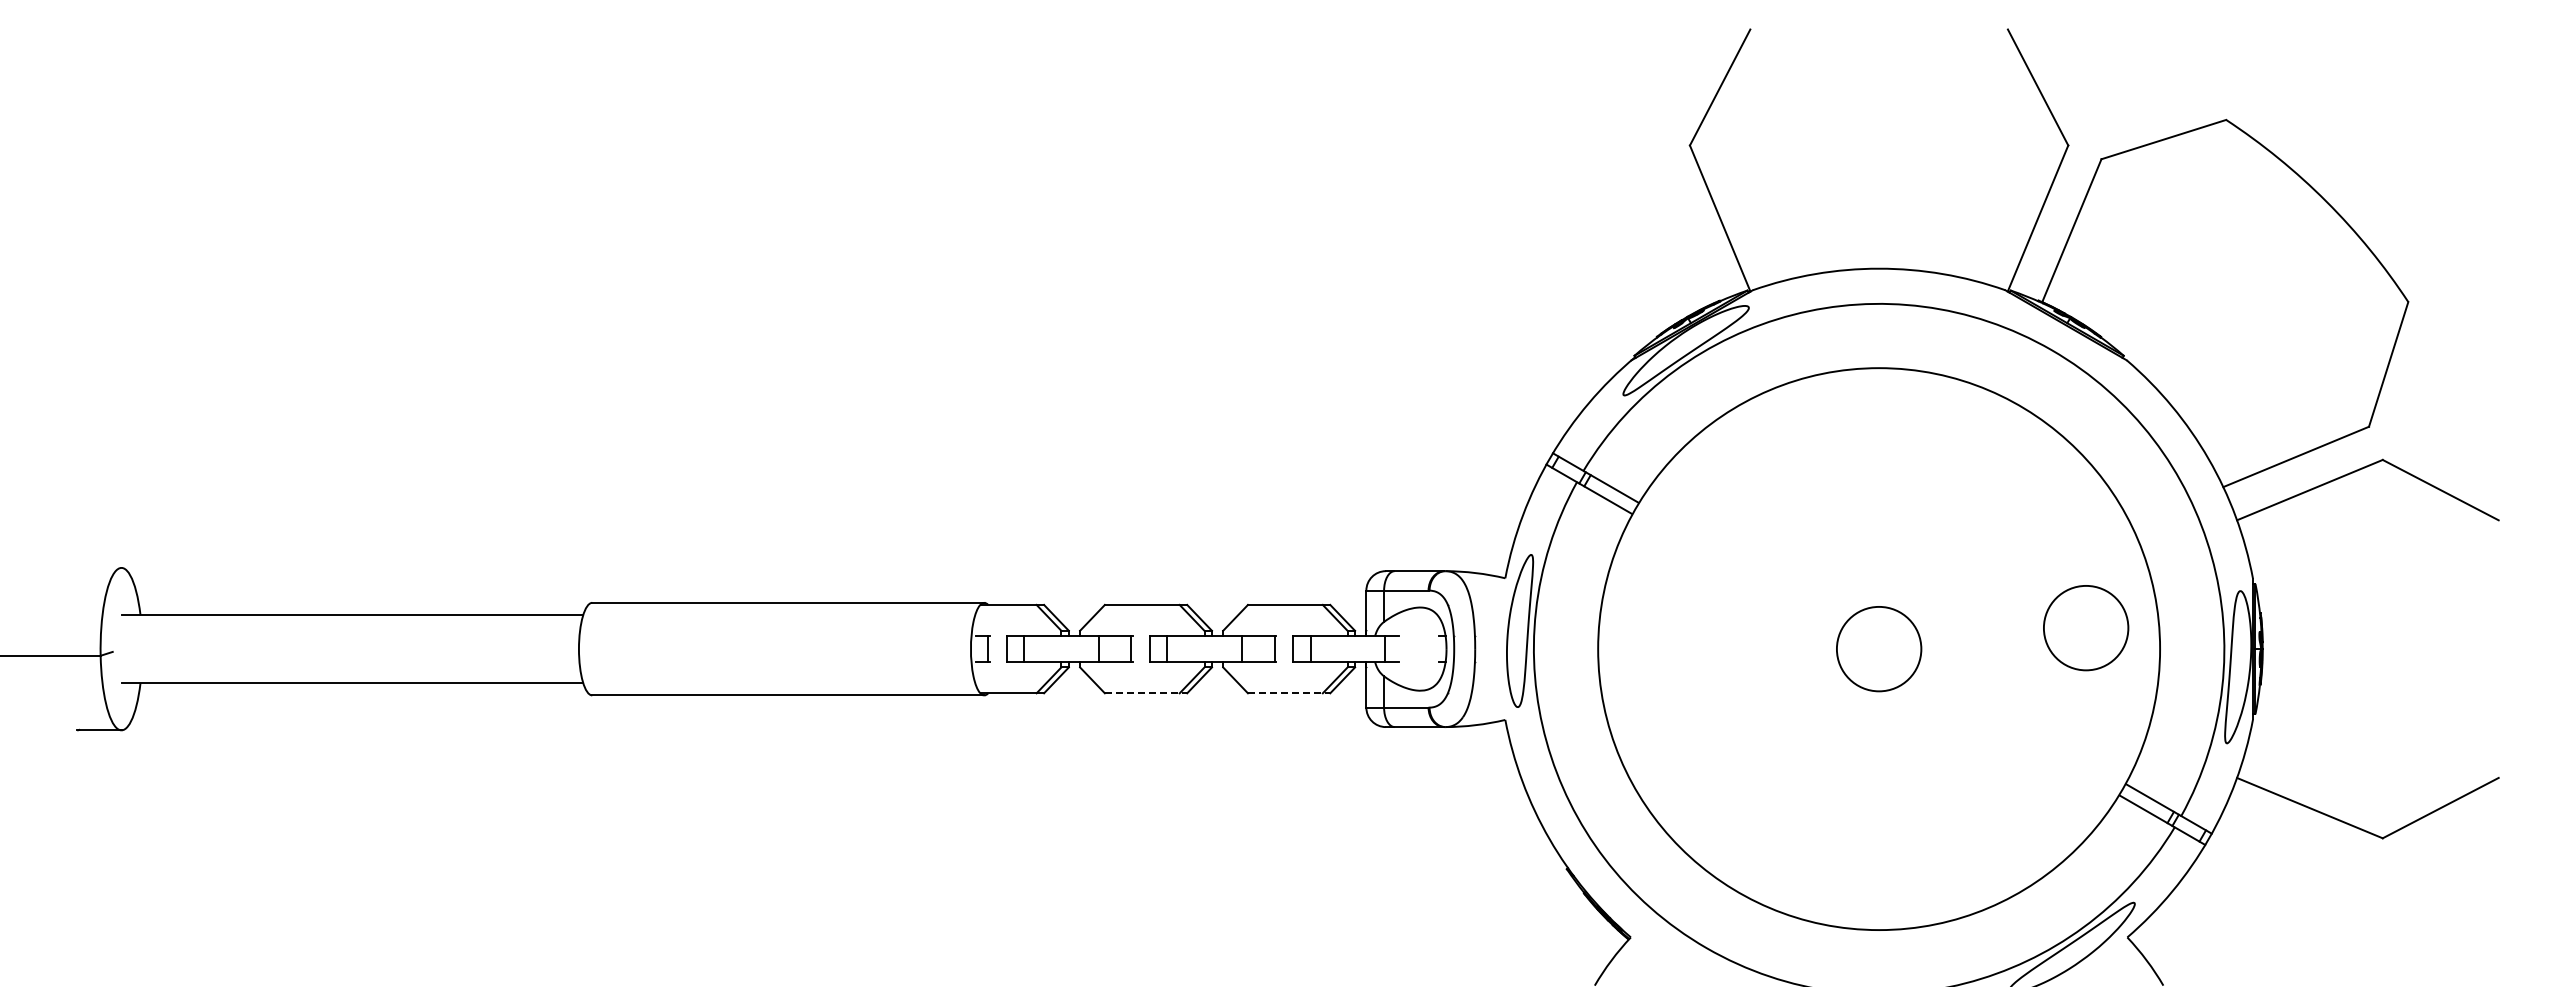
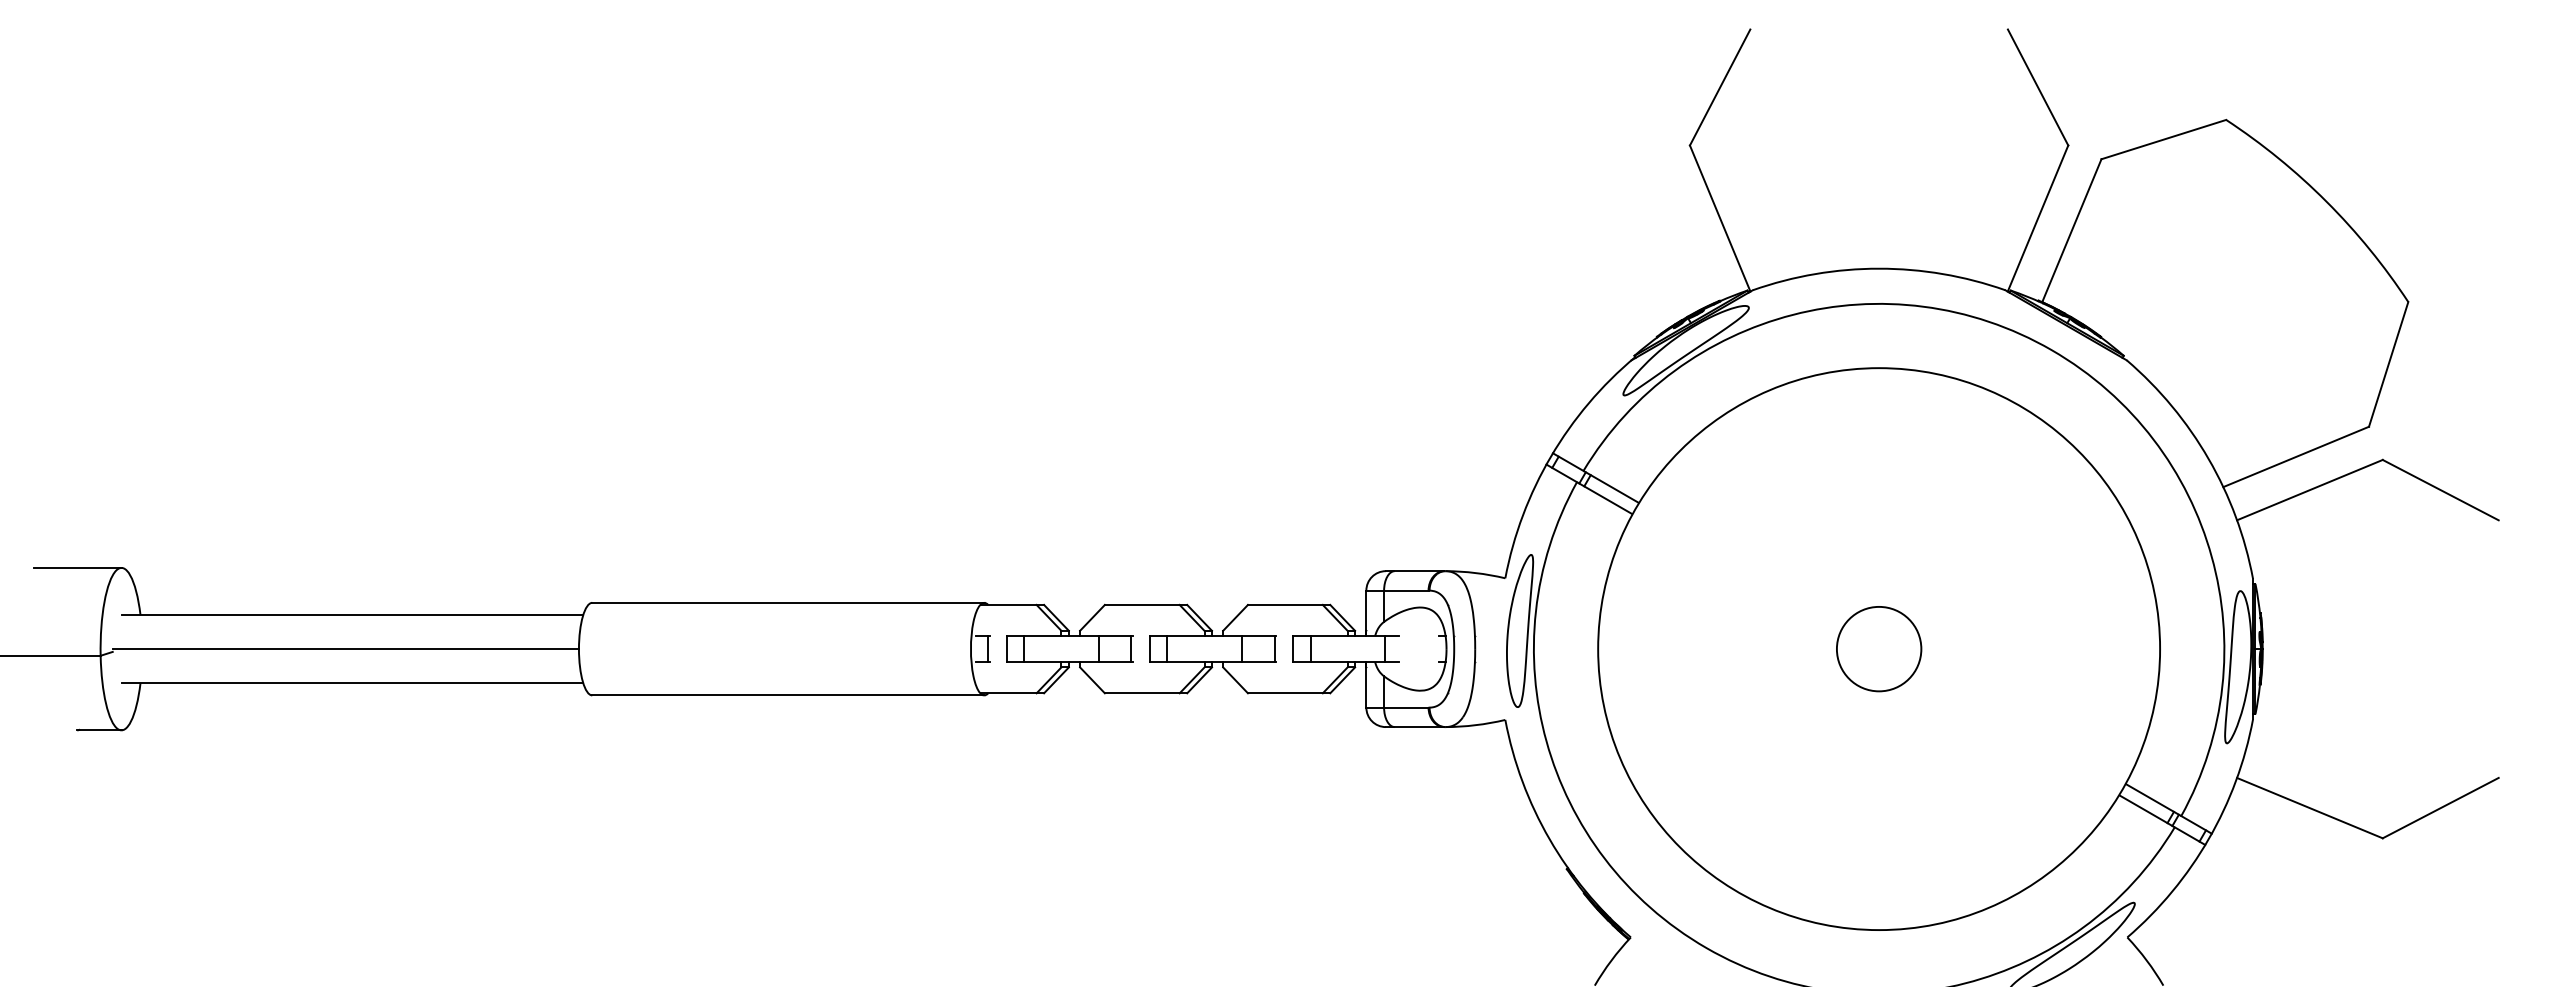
line at (77, 567): none -> present
circle at (2086, 628): present -> none
line at (345, 649): none -> present
line at (1146, 693): dashed -> solid
line at (1289, 693): dashed -> solid
